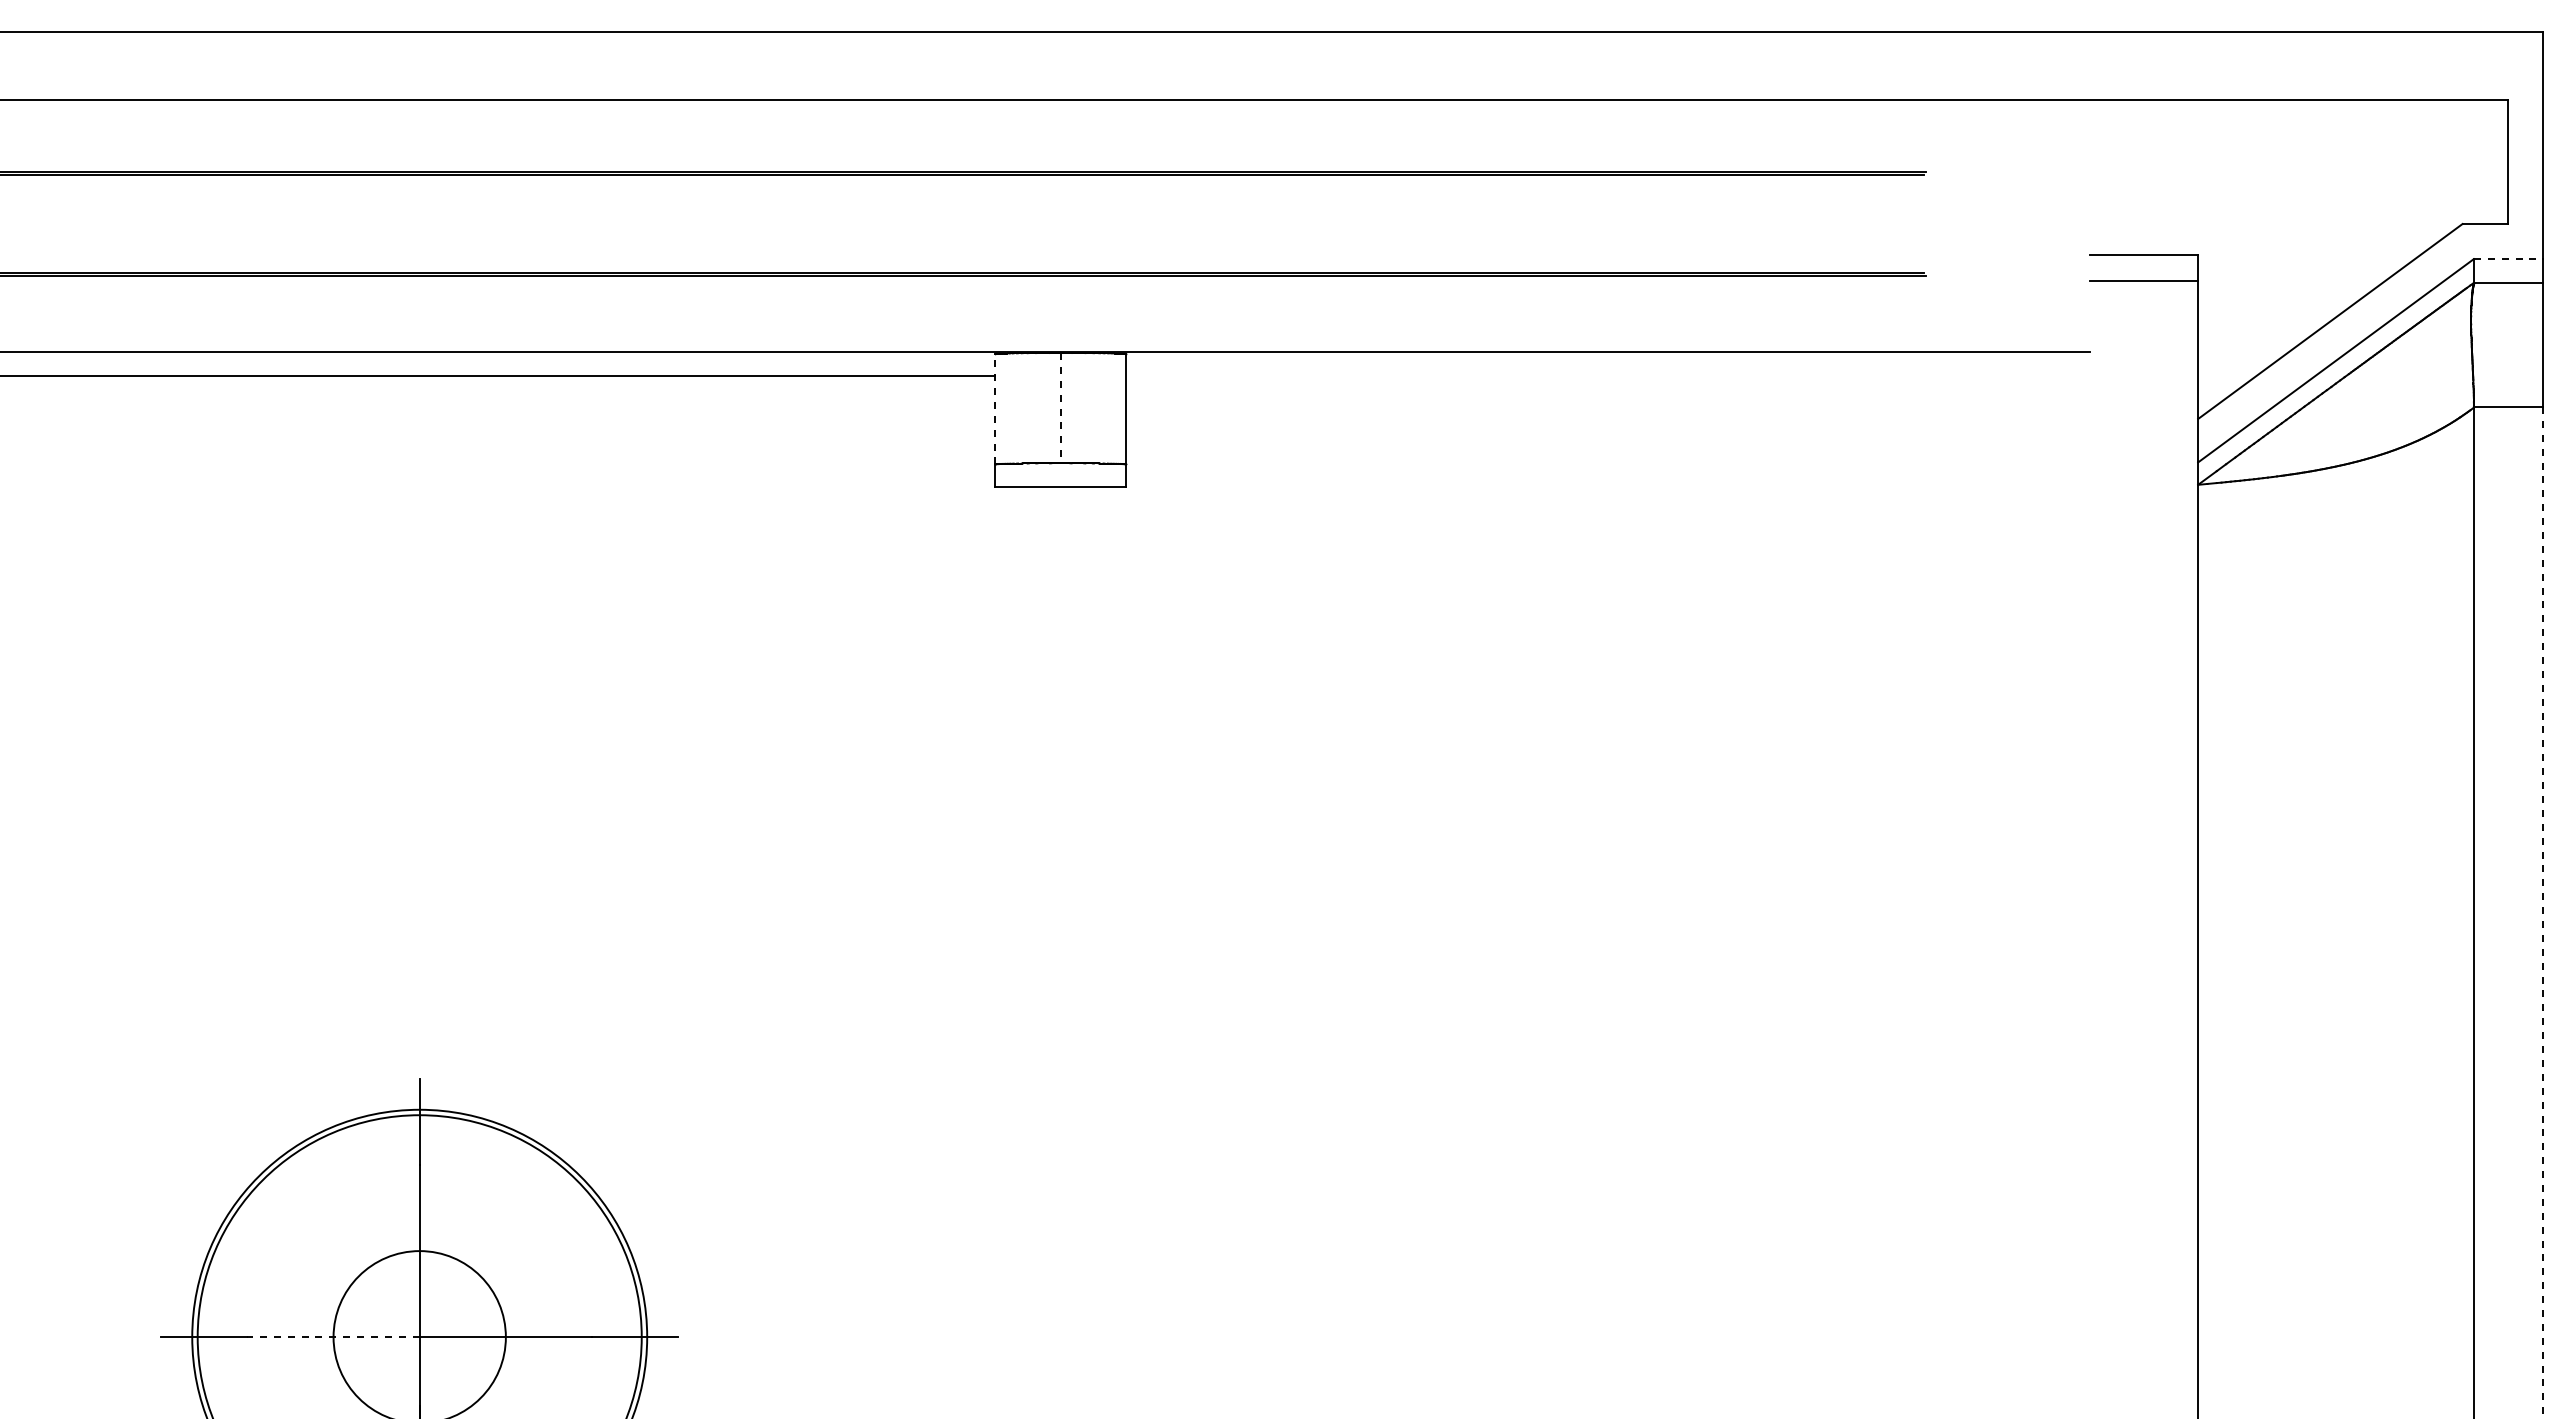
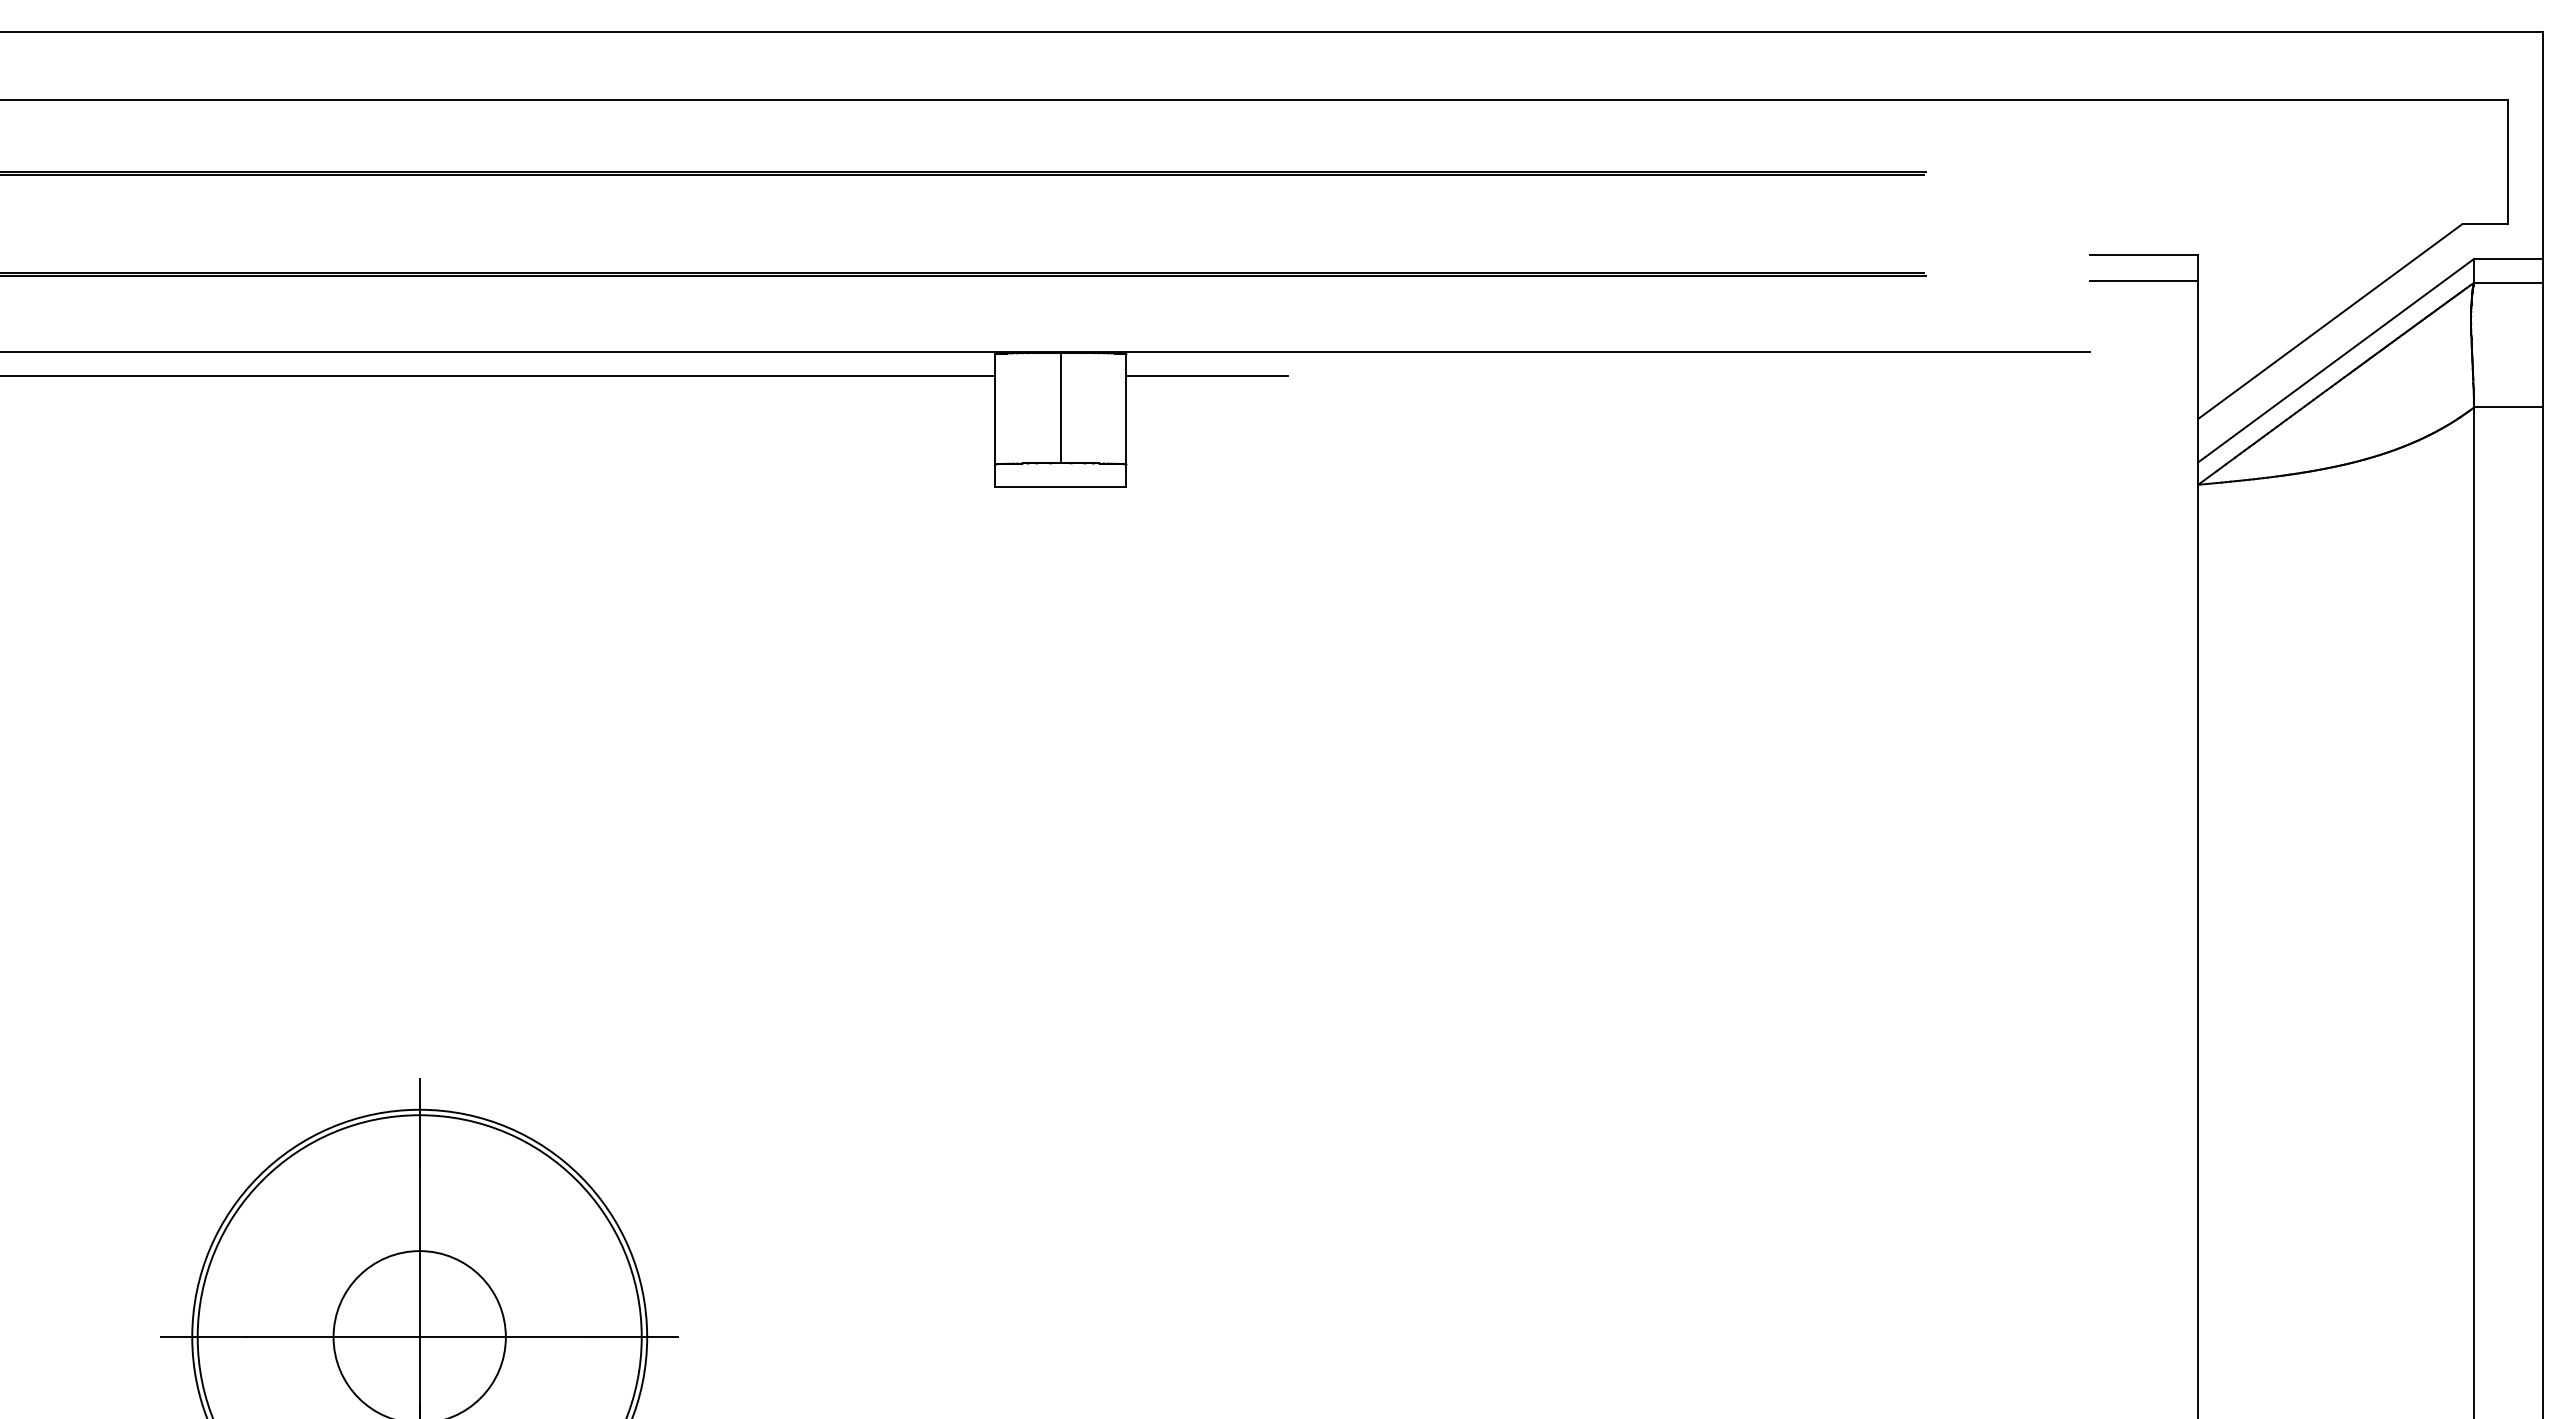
line at (2508, 259): dashed -> solid
line at (1207, 376): none -> present
line at (995, 408): dashed -> solid
line at (1060, 408): dashed -> solid
line at (2542, 913): dashed -> solid
line at (333, 1337): dashed -> solid
